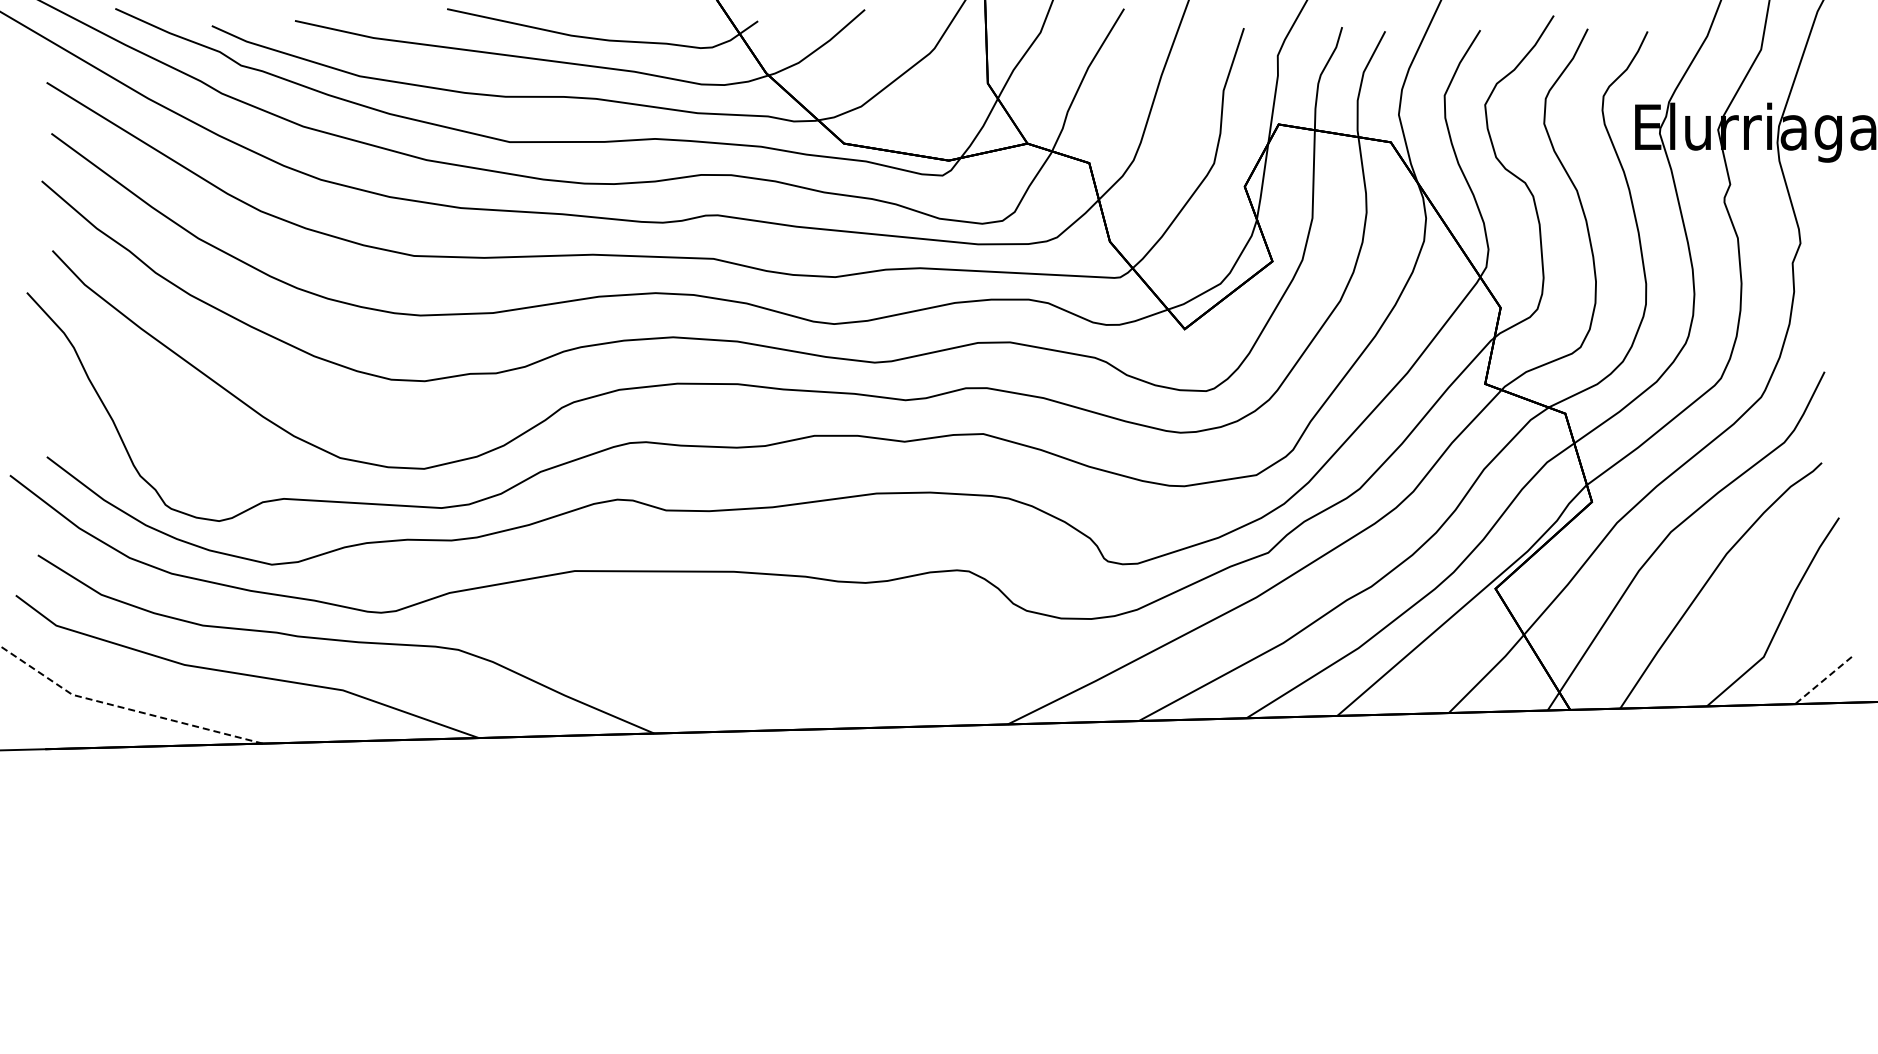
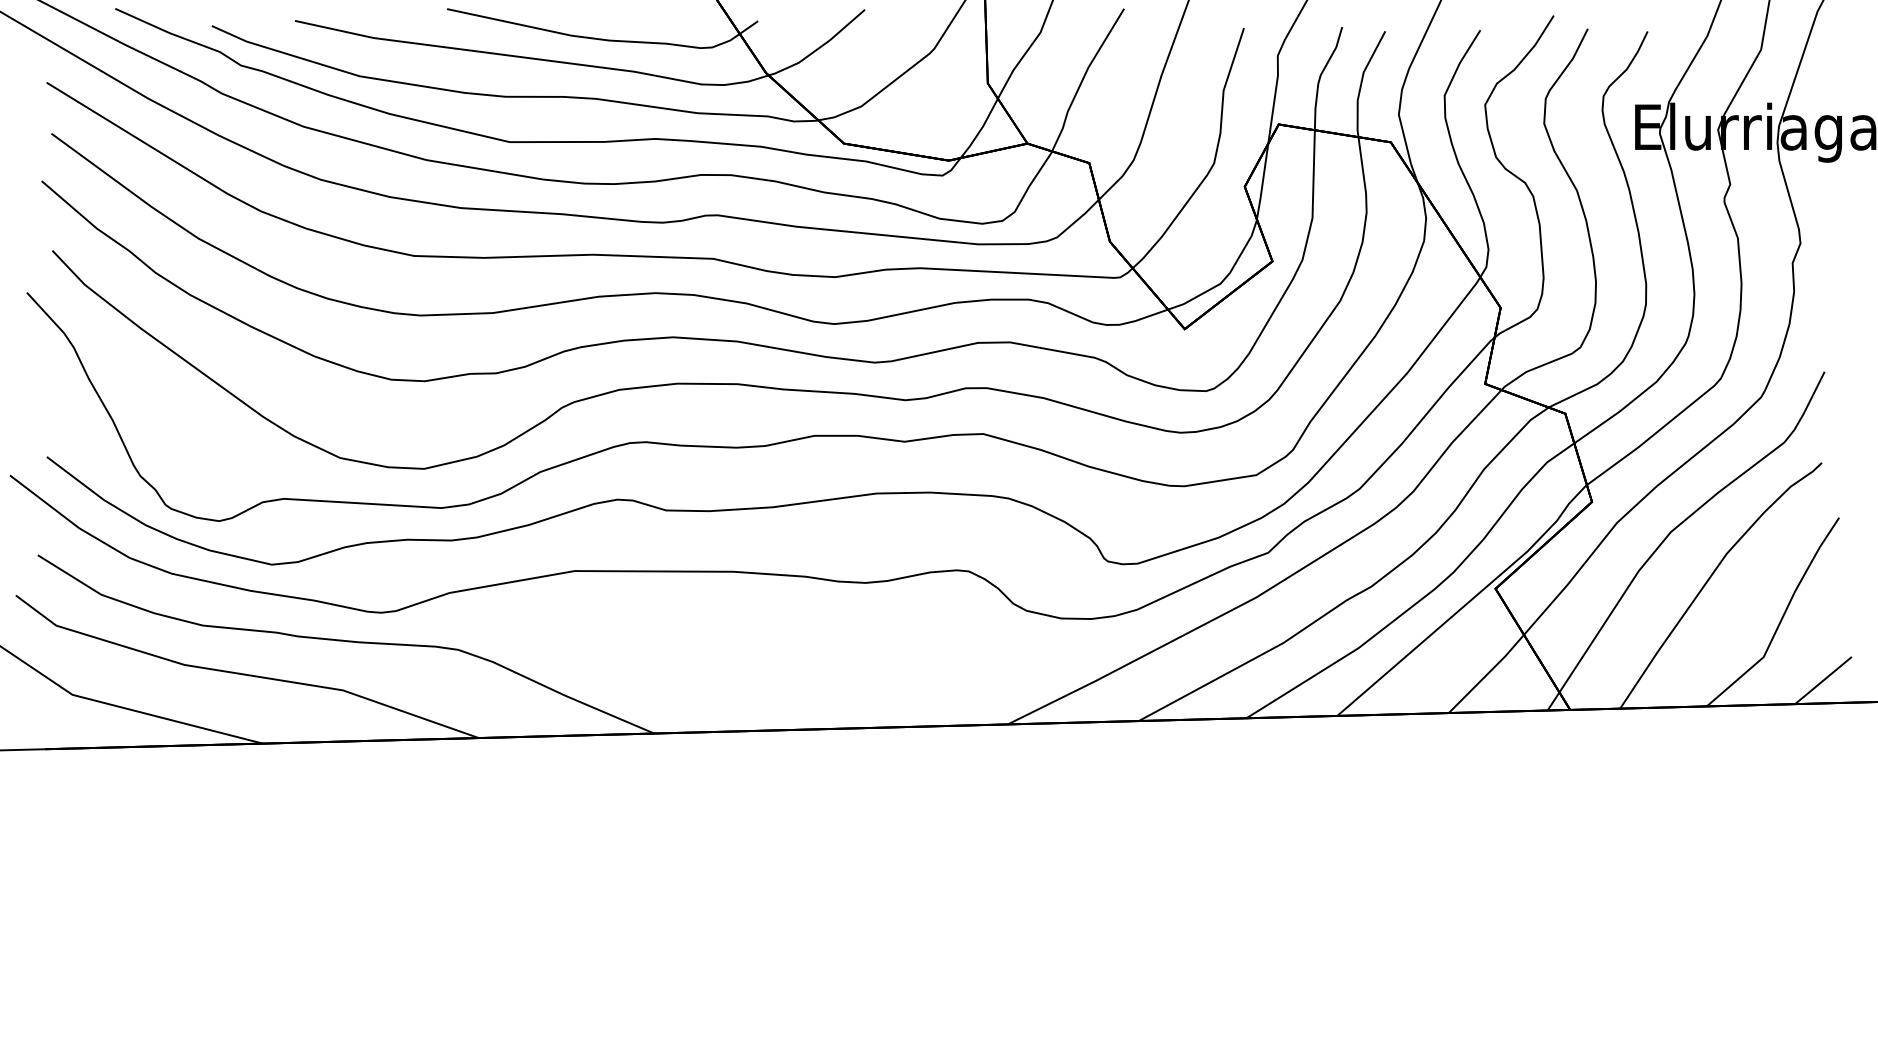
line at (1823, 680): dashed -> solid
line at (124, 708): dashed -> solid
